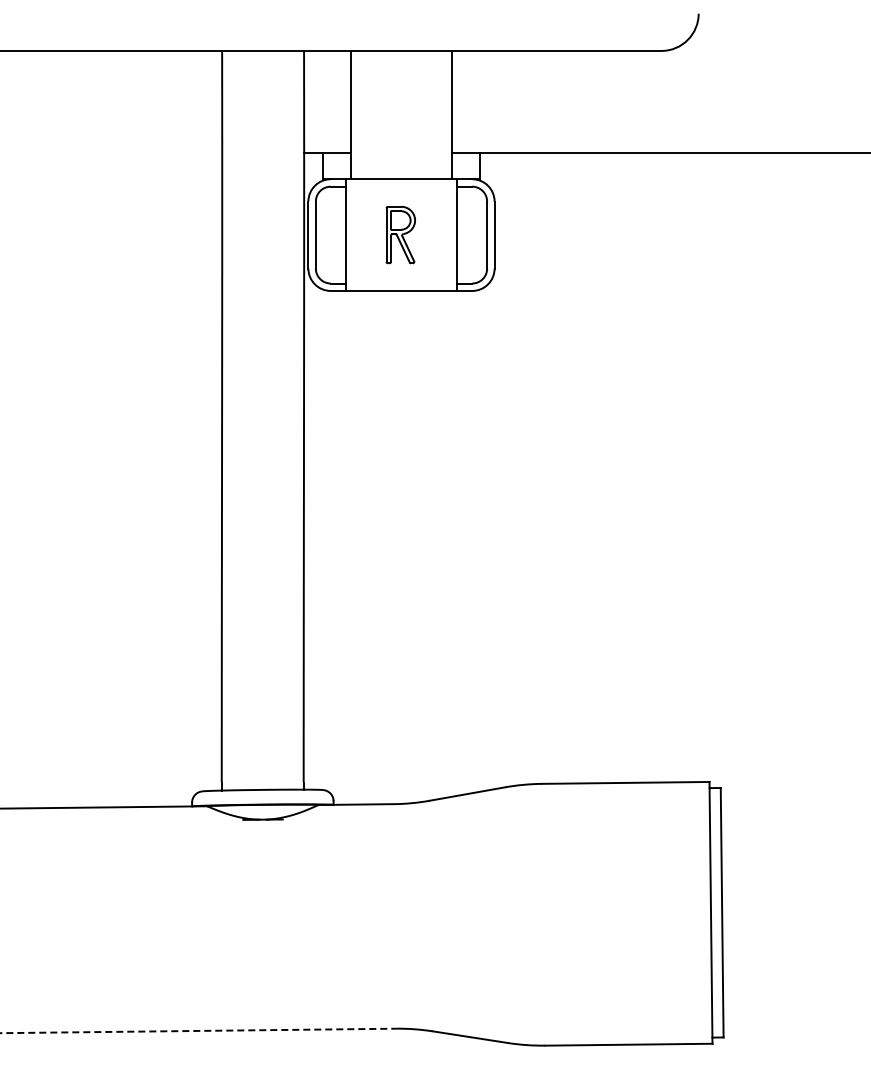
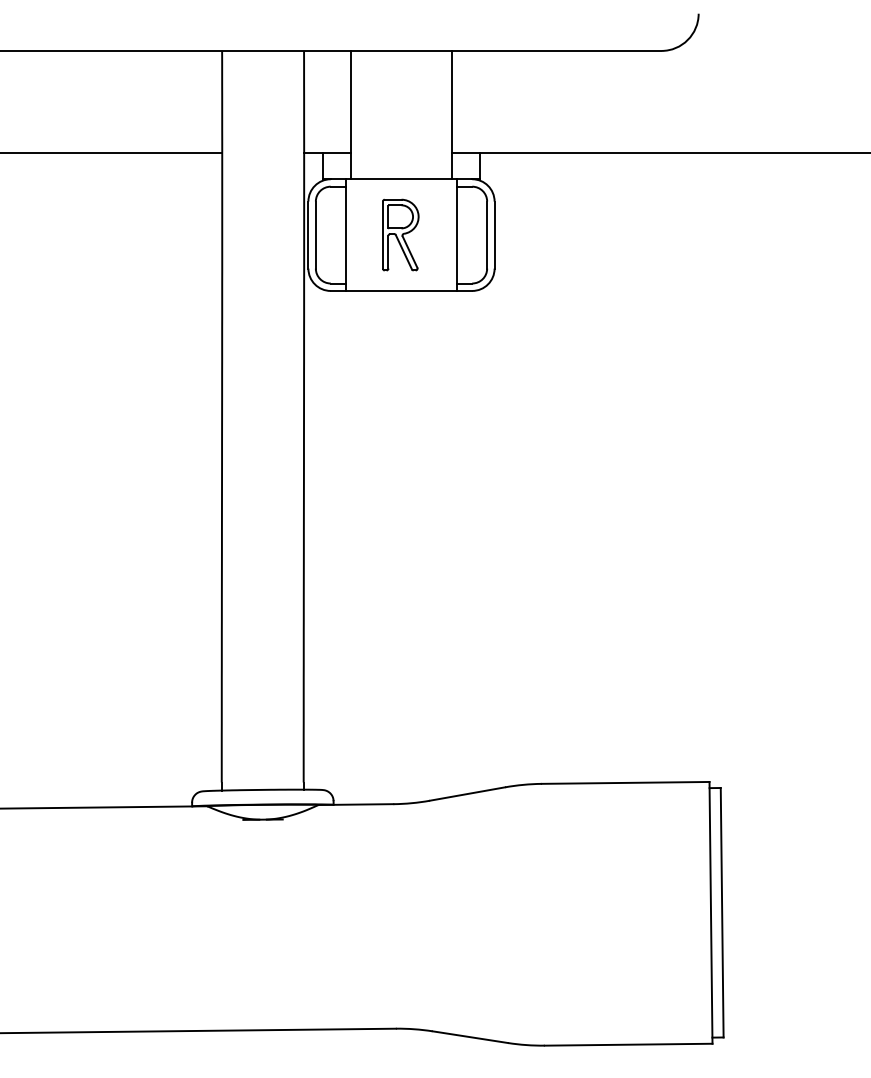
line at (112, 153): none -> present
part at (400, 234) size: 31x60 px -> 38x74 px
line at (197, 1030): dashed -> solid
